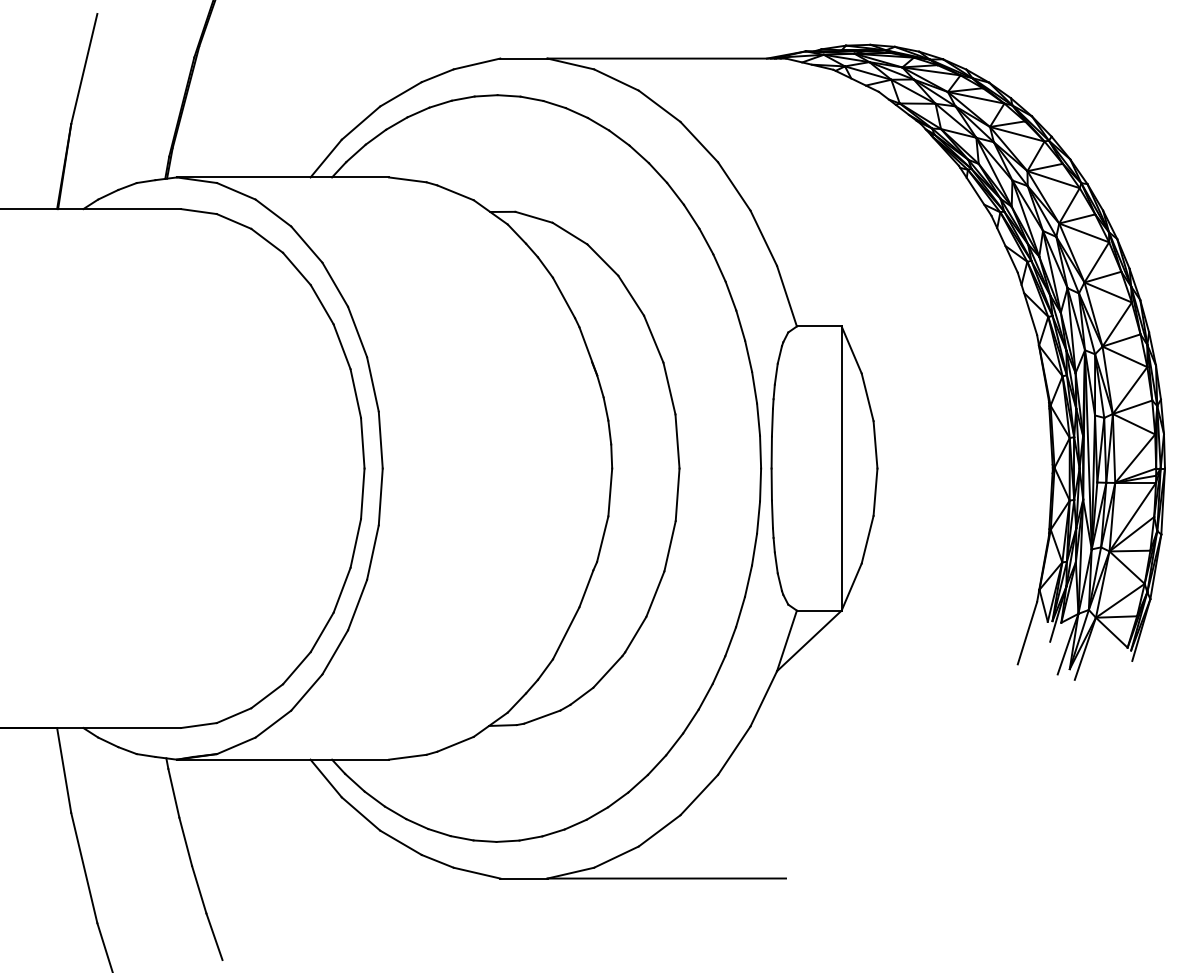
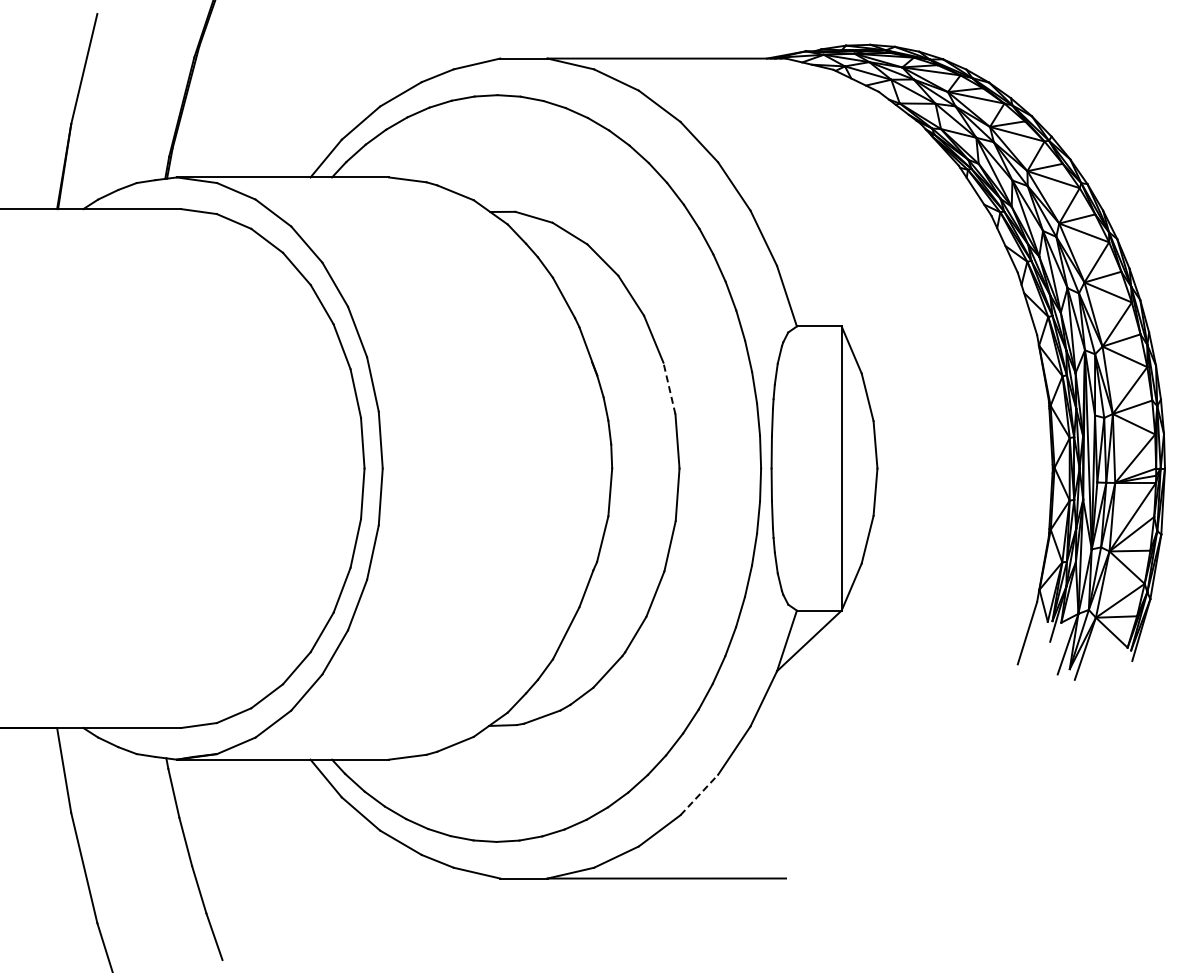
line at (669, 388): solid -> dashed
line at (699, 795): solid -> dashed
